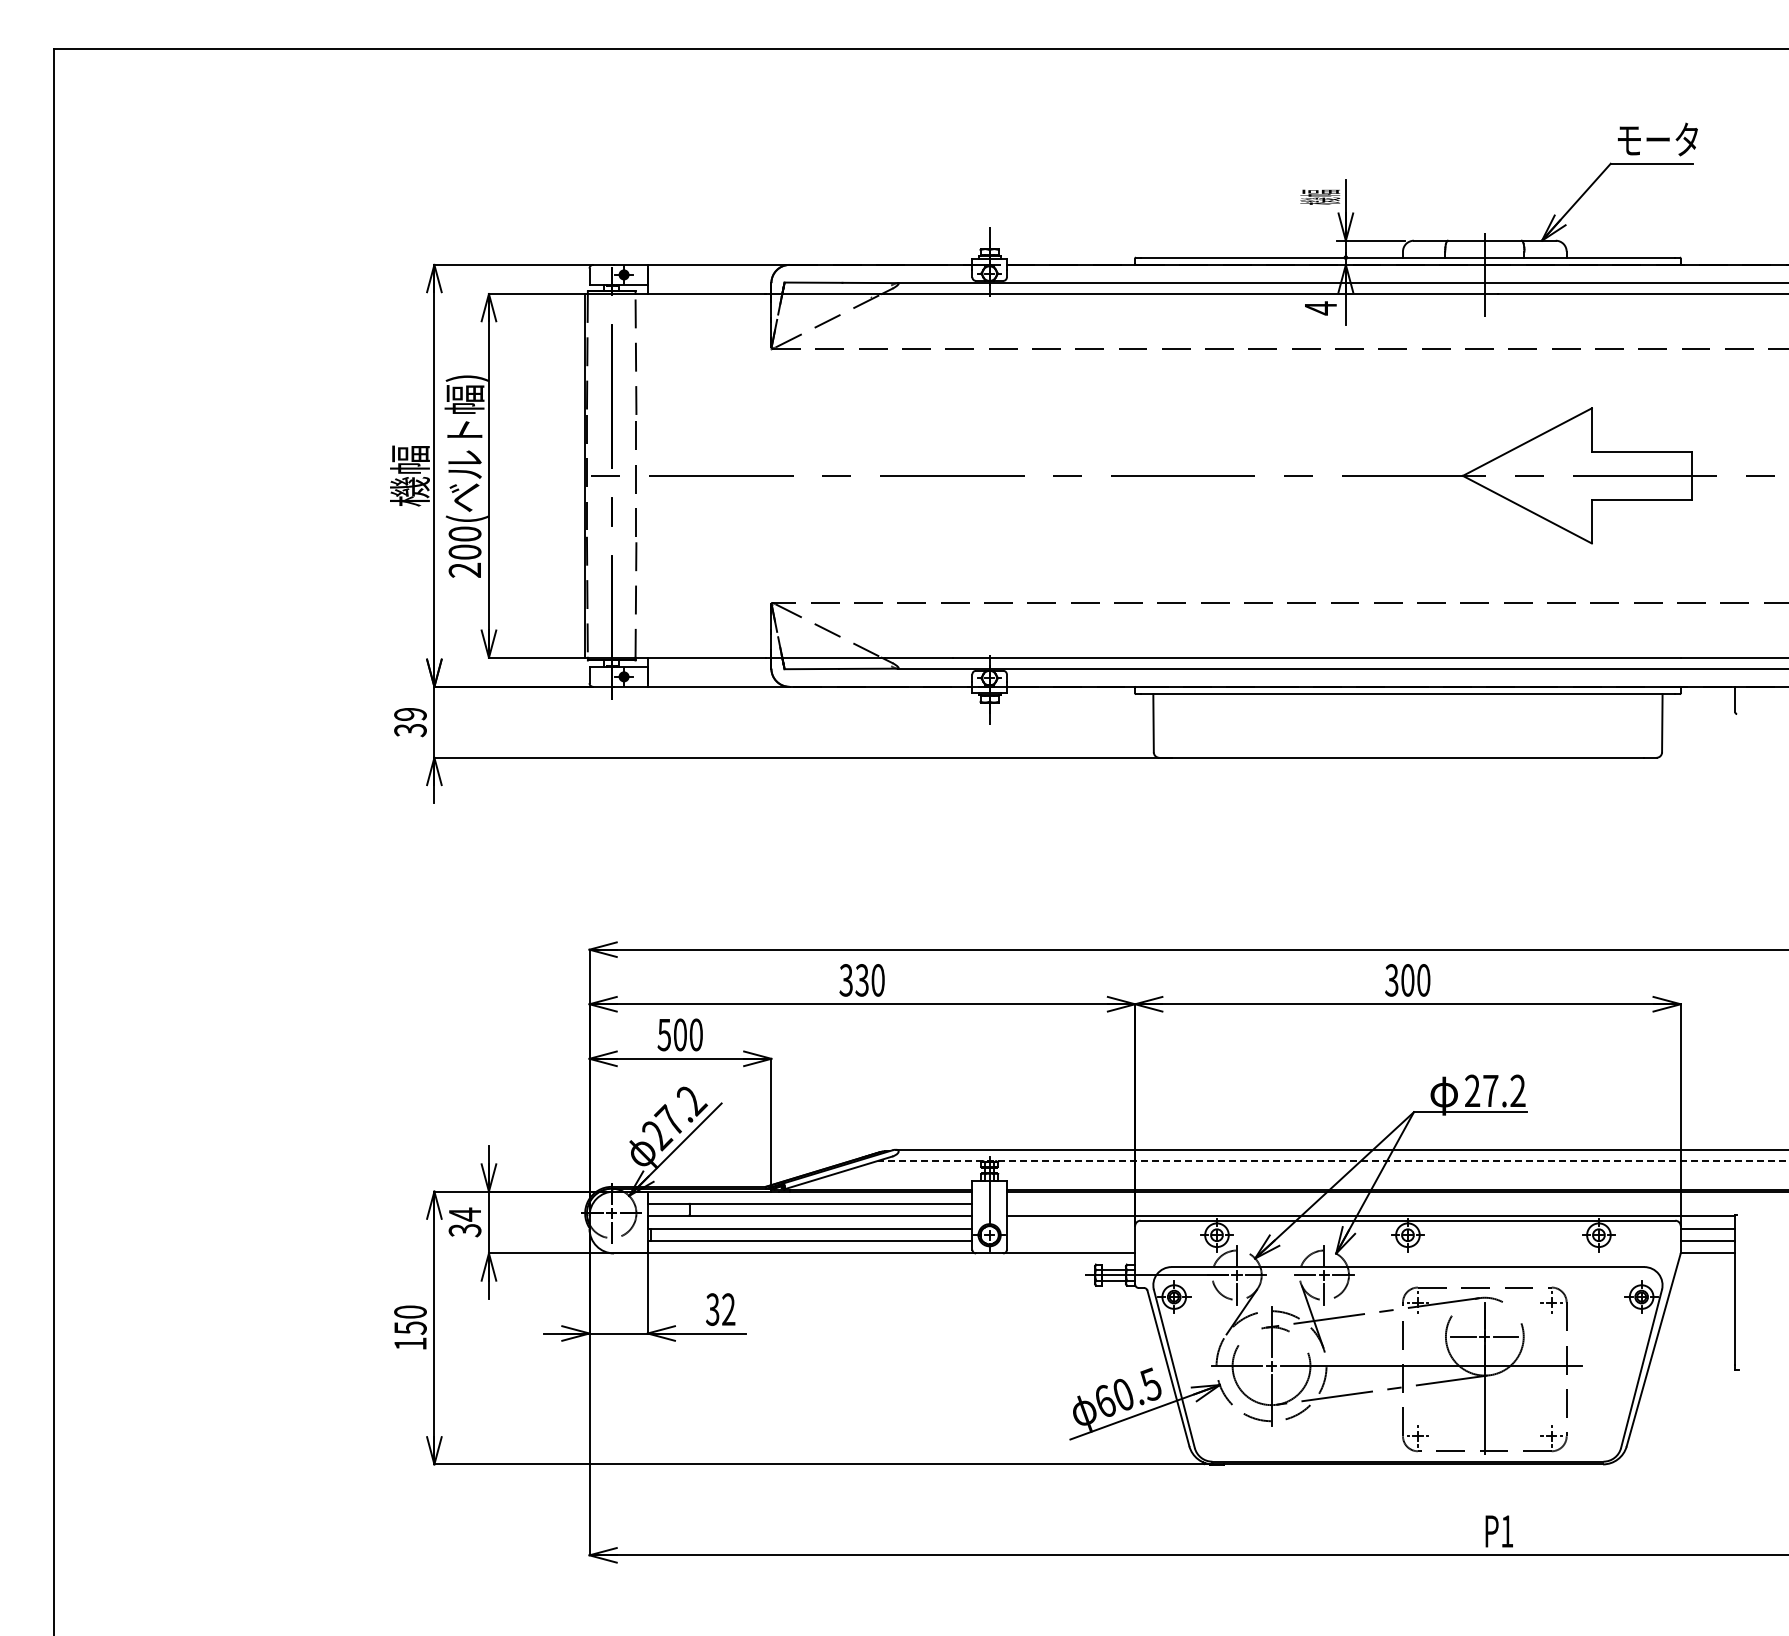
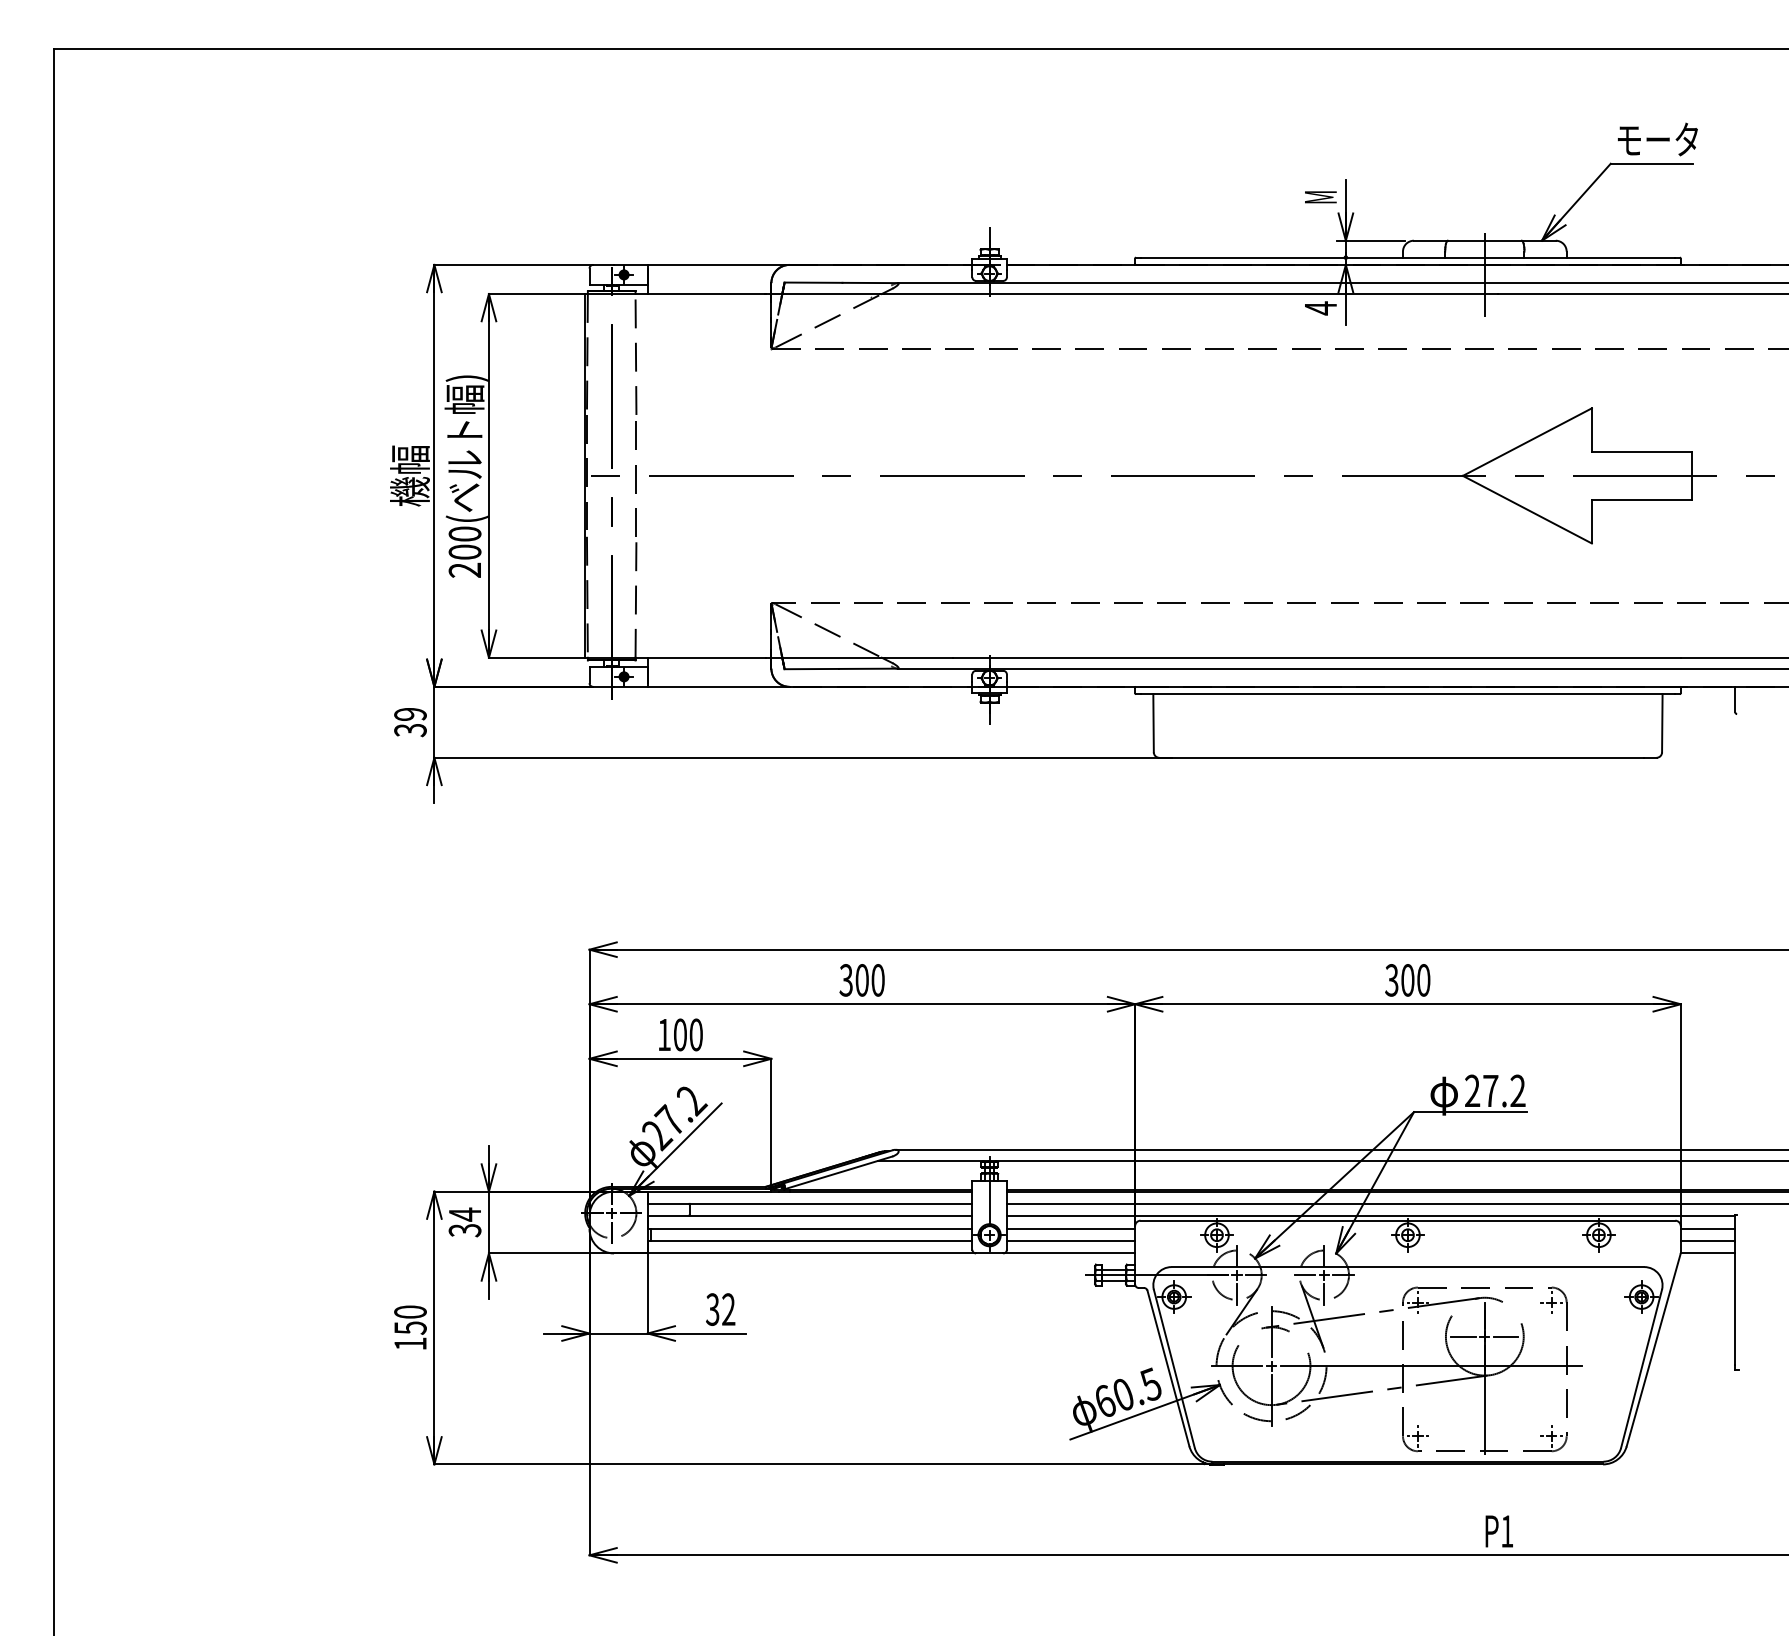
text at (1320, 196): 機幅 -> M
text at (861, 980): 330 -> 300
text at (663, 1035): 500 -> 100
line at (1333, 1160): dashed -> solid
line at (1395, 1203): none -> present
line at (1070, 1229): none -> present
line at (1070, 1241): none -> present
